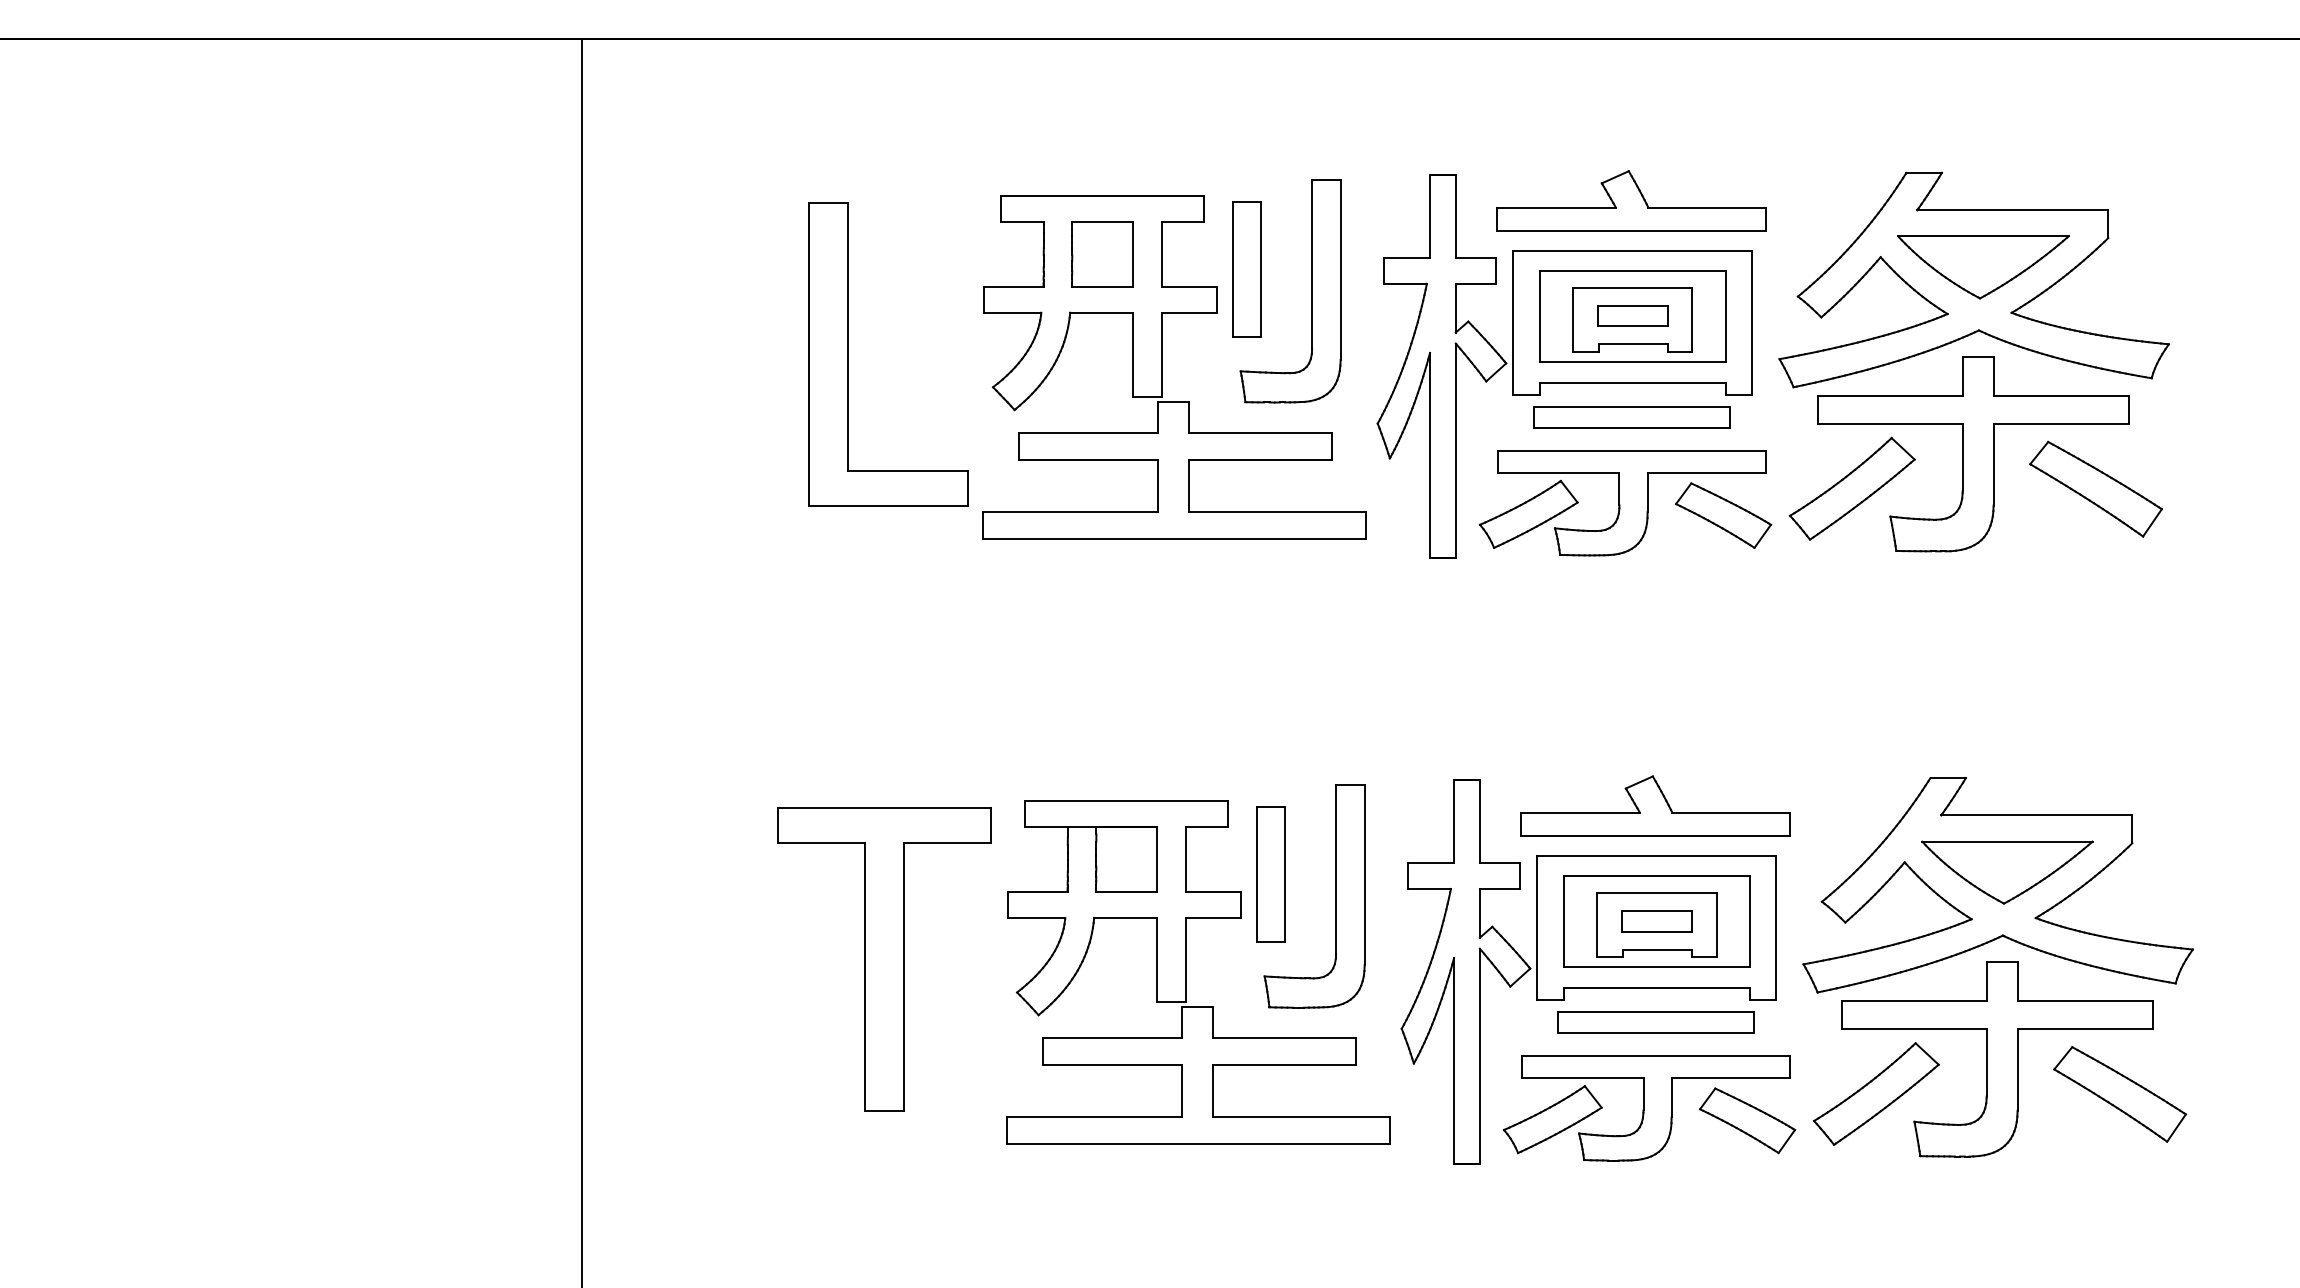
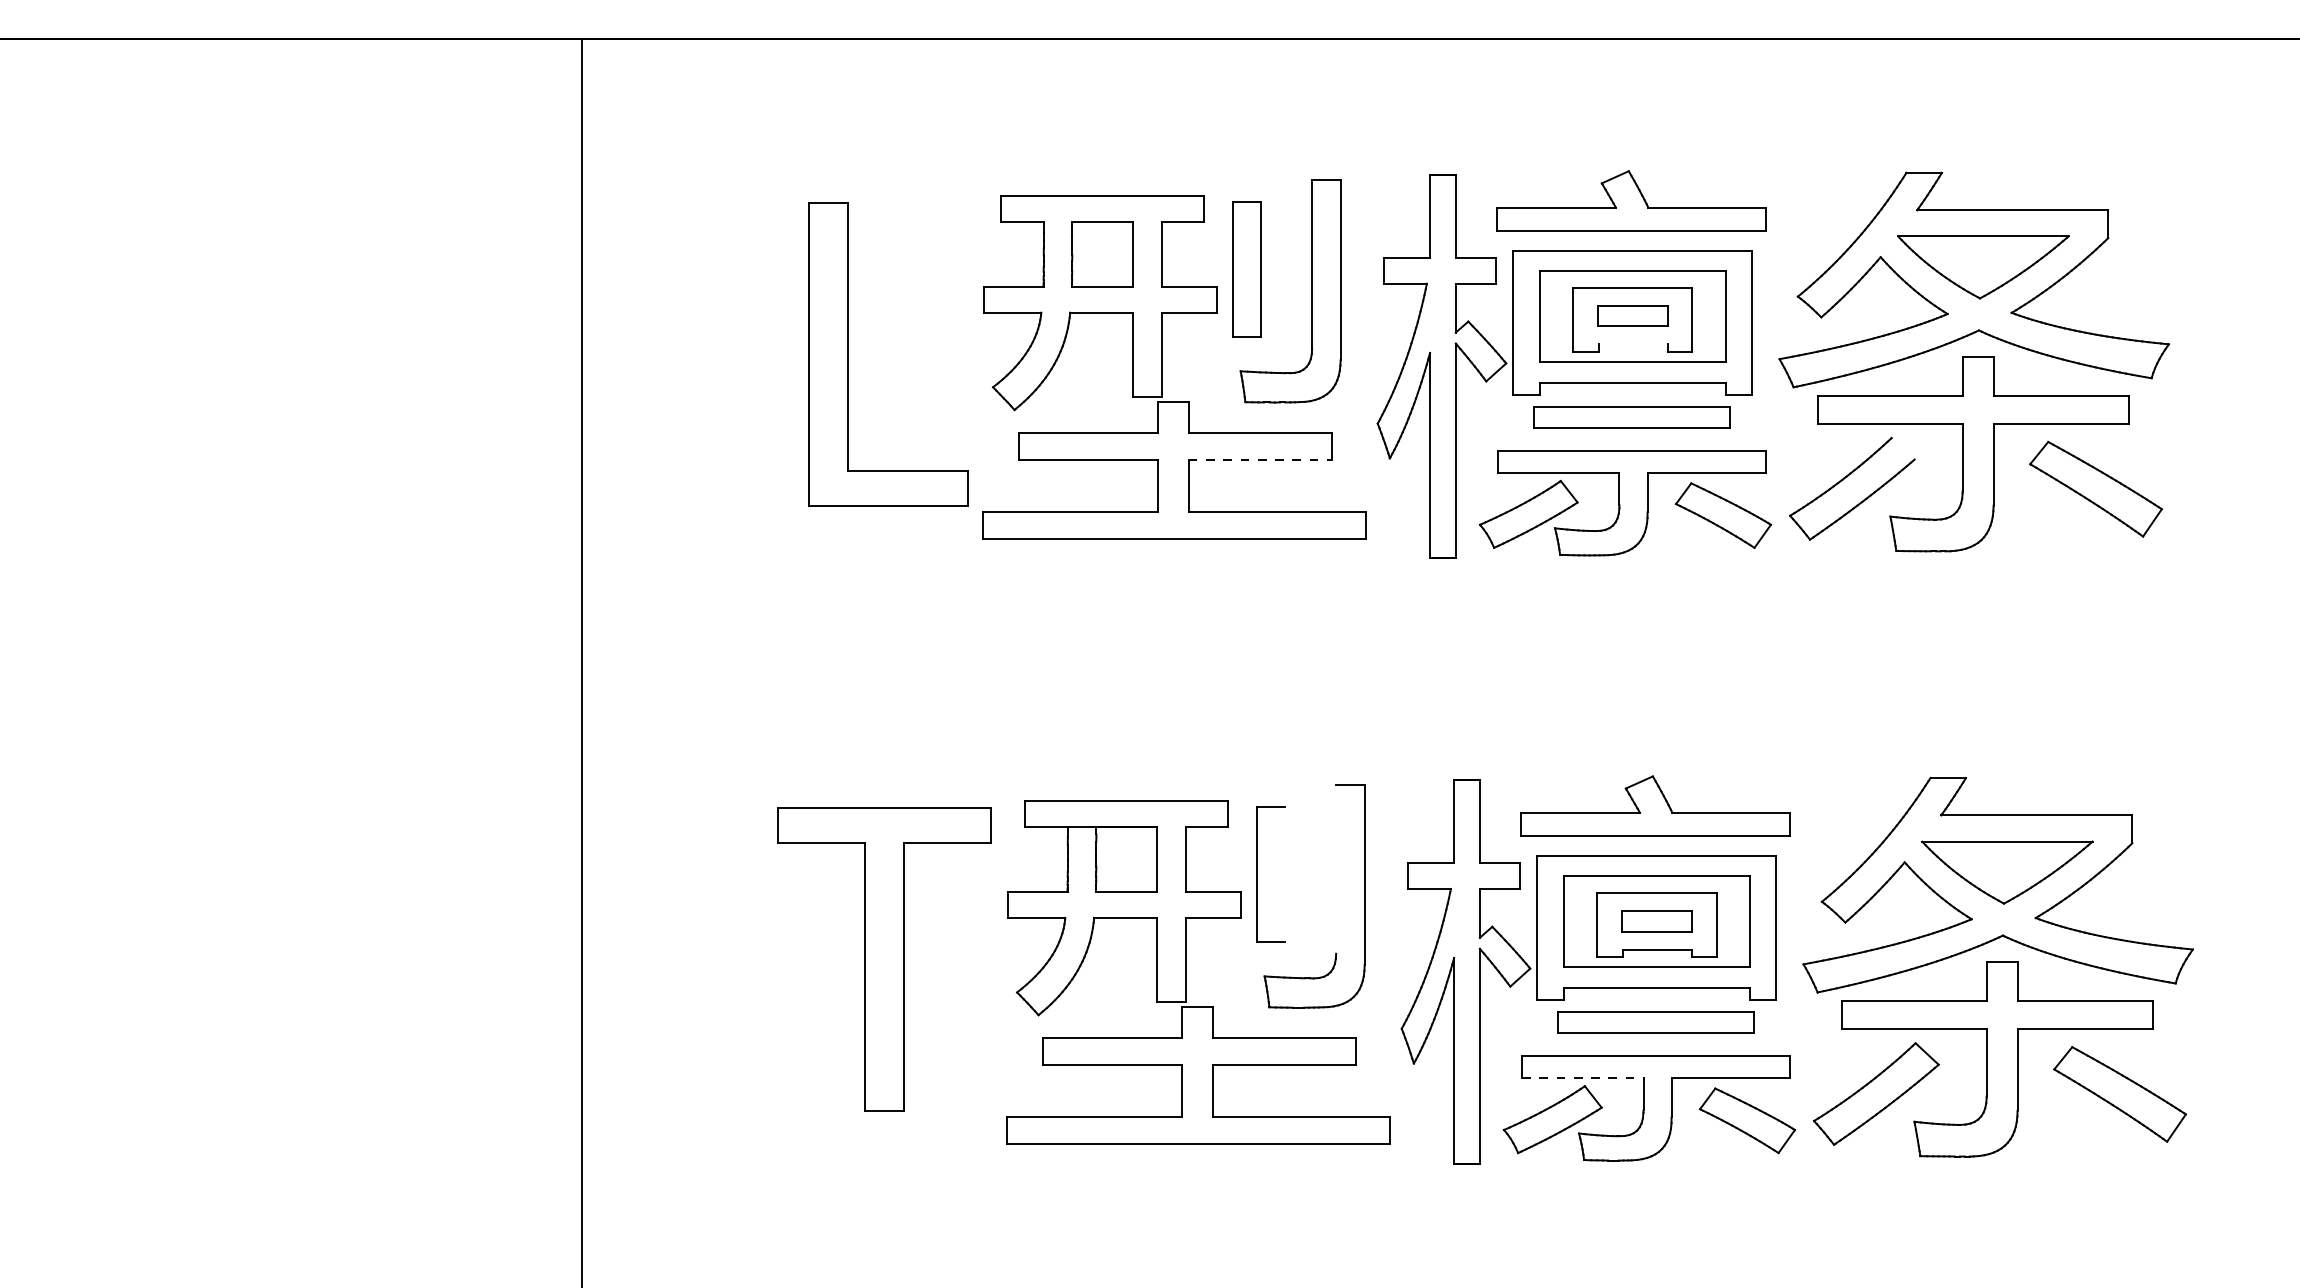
line at (1632, 344): present -> none
line at (1902, 448): present -> none
line at (1260, 459): solid -> dashed
line at (1336, 869): present -> none
line at (1285, 874): present -> none
line at (1582, 1078): solid -> dashed
